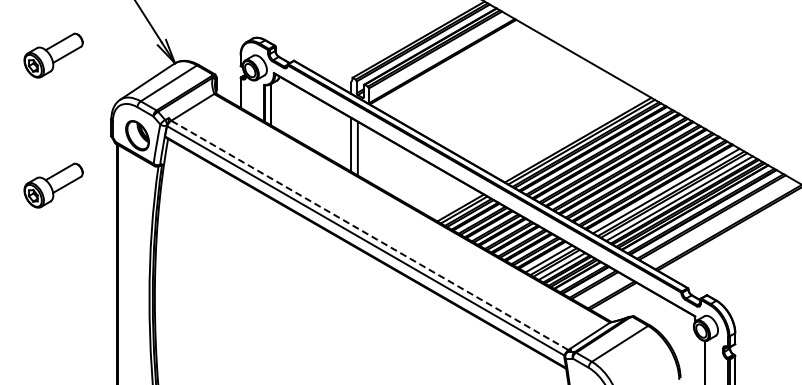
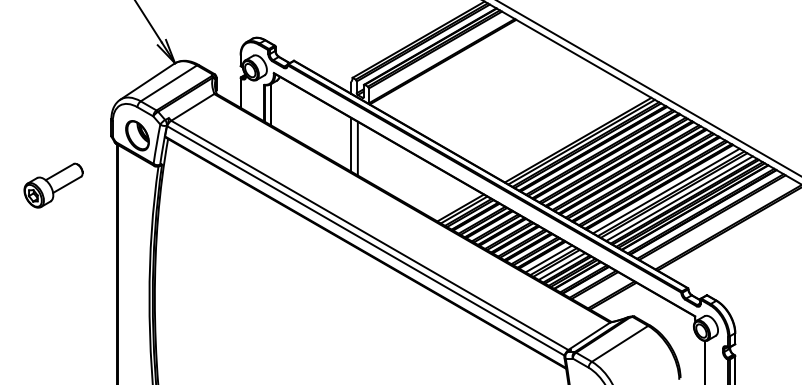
part at (53, 55): present -> none
line at (648, 88): none -> present
line at (369, 235): dashed -> solid
